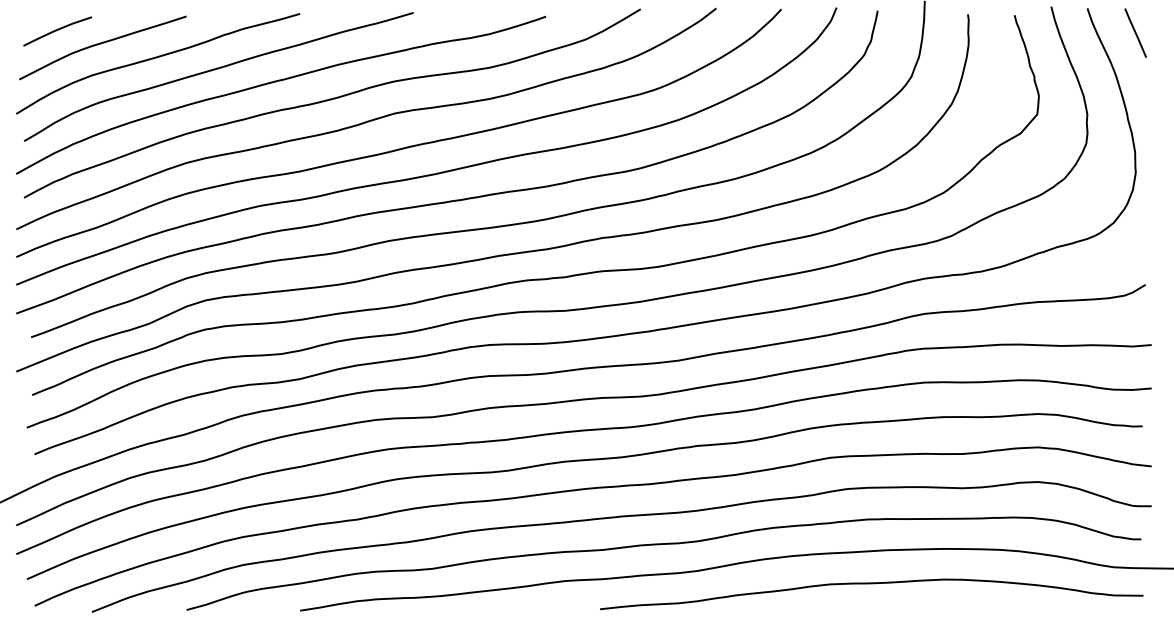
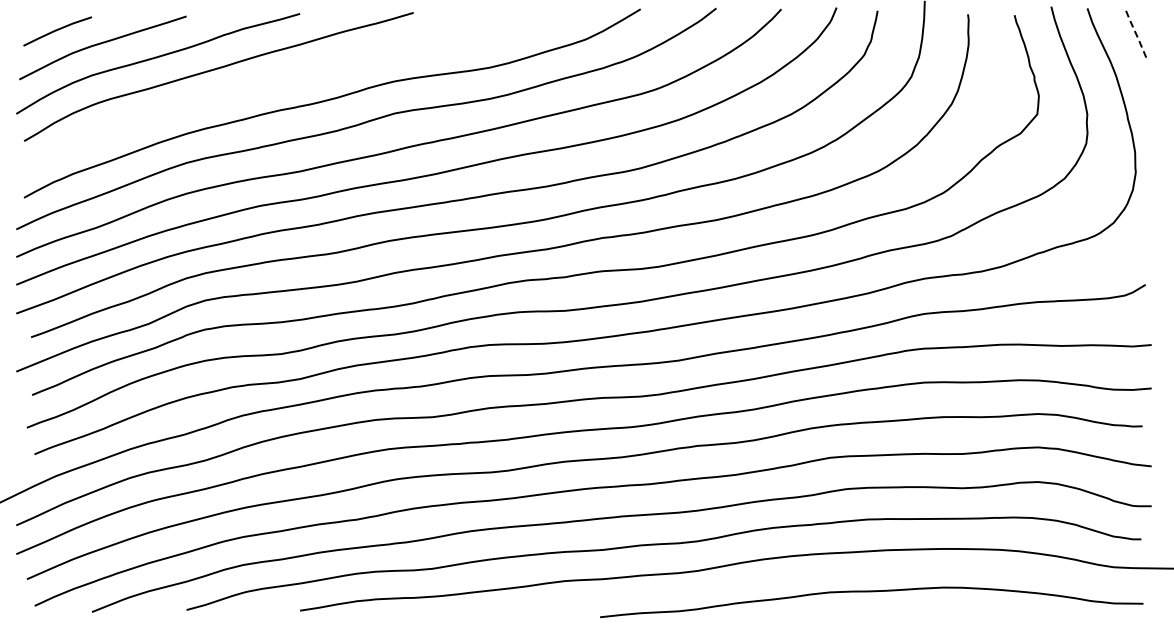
line at (1135, 32): solid -> dashed
curve at (276, 82): present -> none
curve at (871, 584) position: (871, 584) -> (871, 592)
